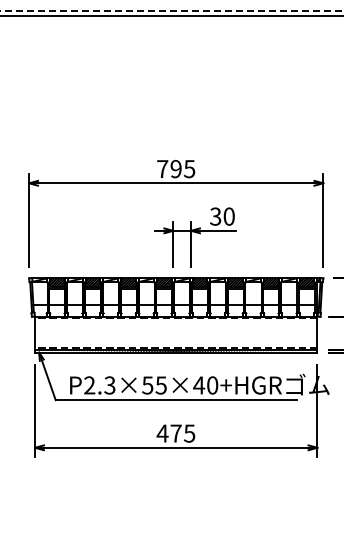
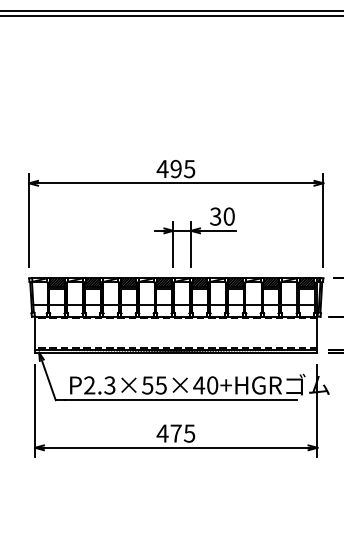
line at (171, 10): dashed -> solid
text at (162, 168): 795 -> 495
